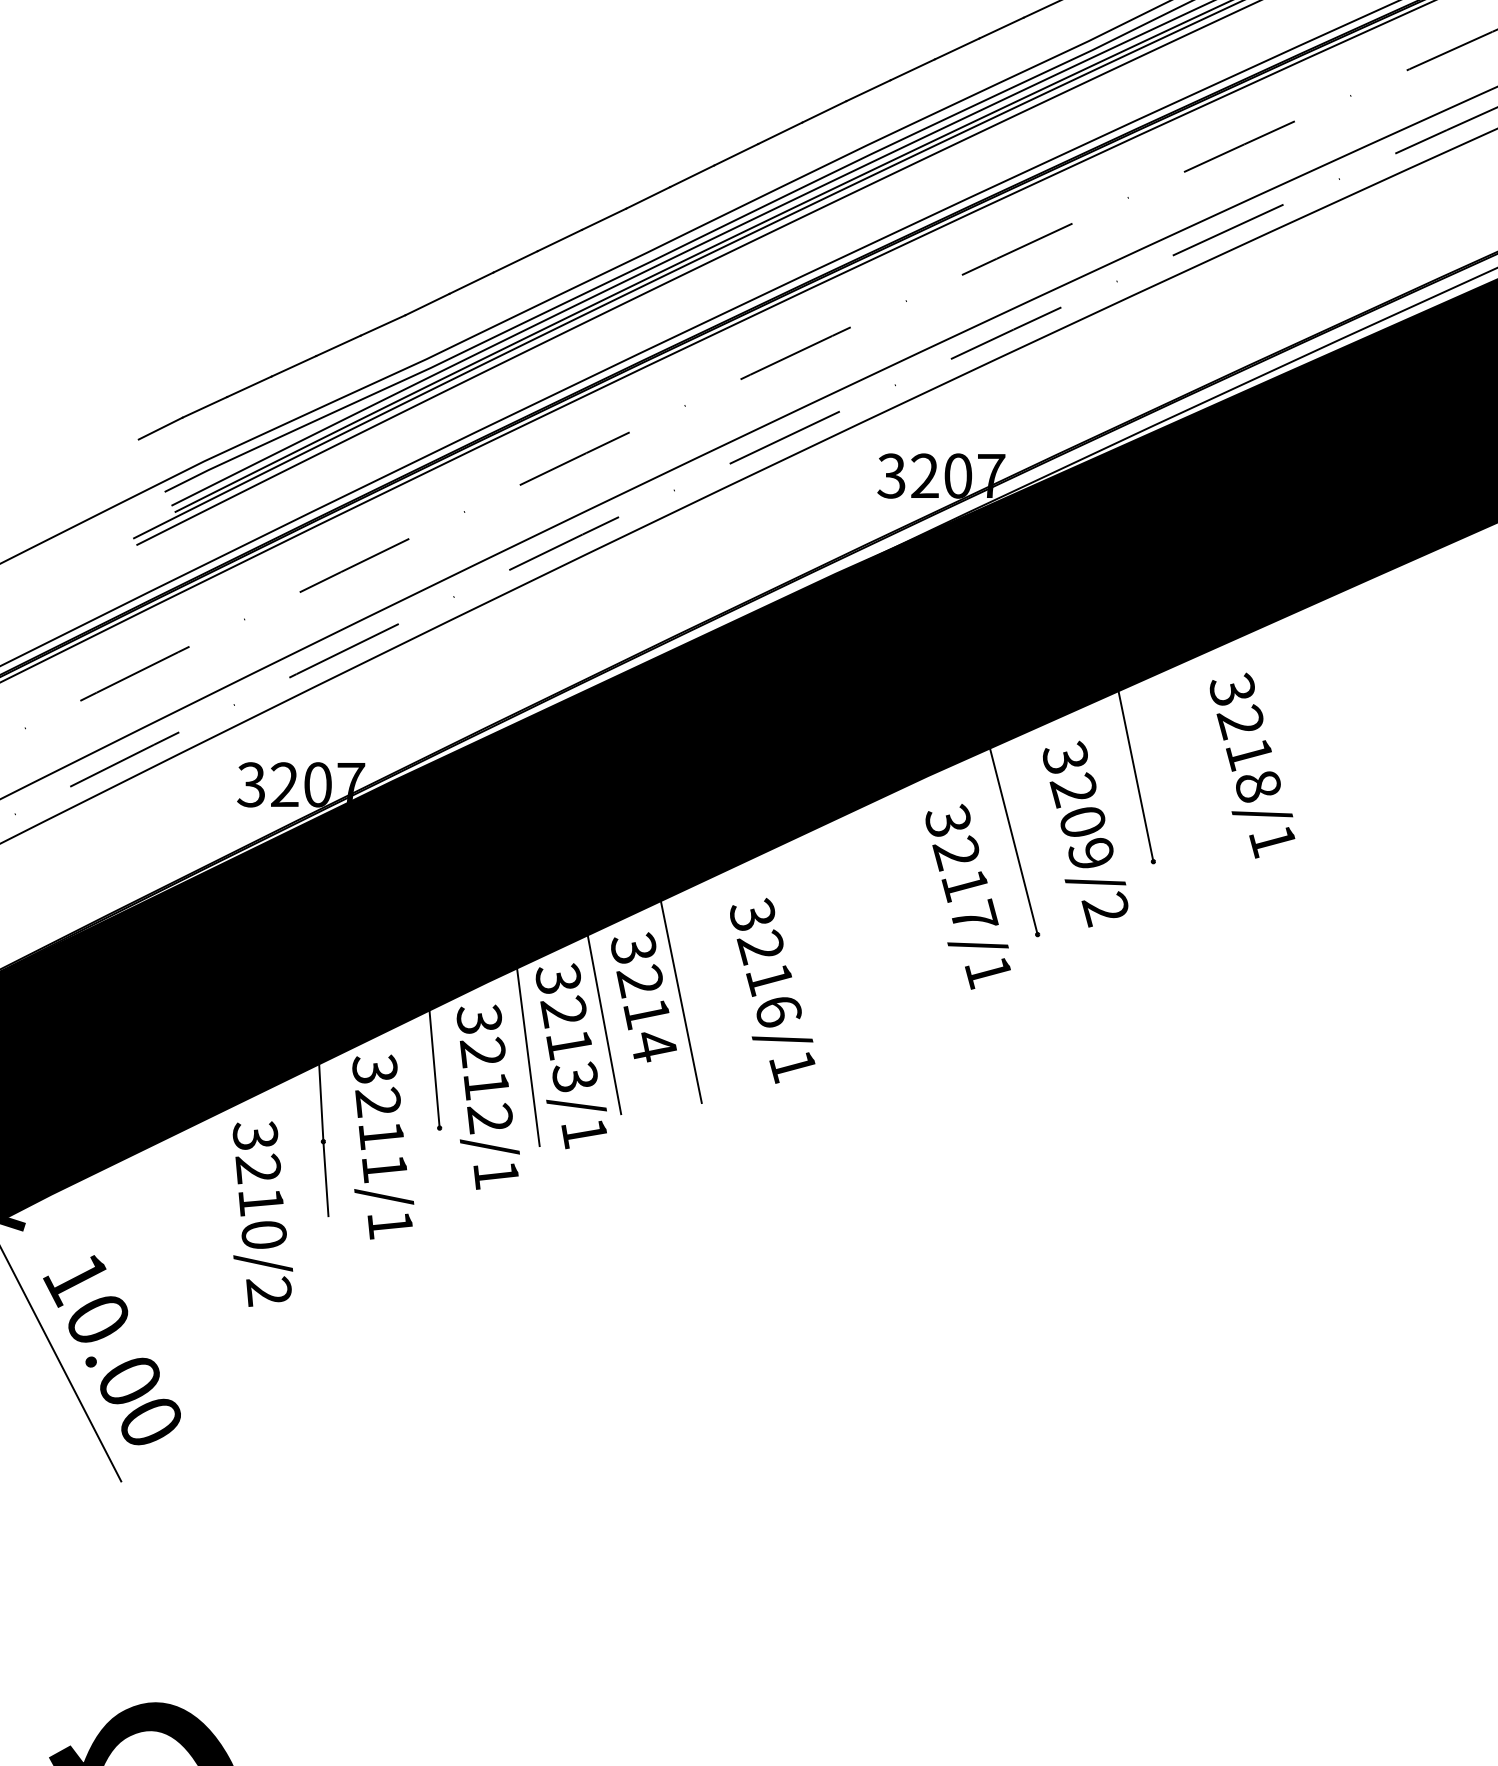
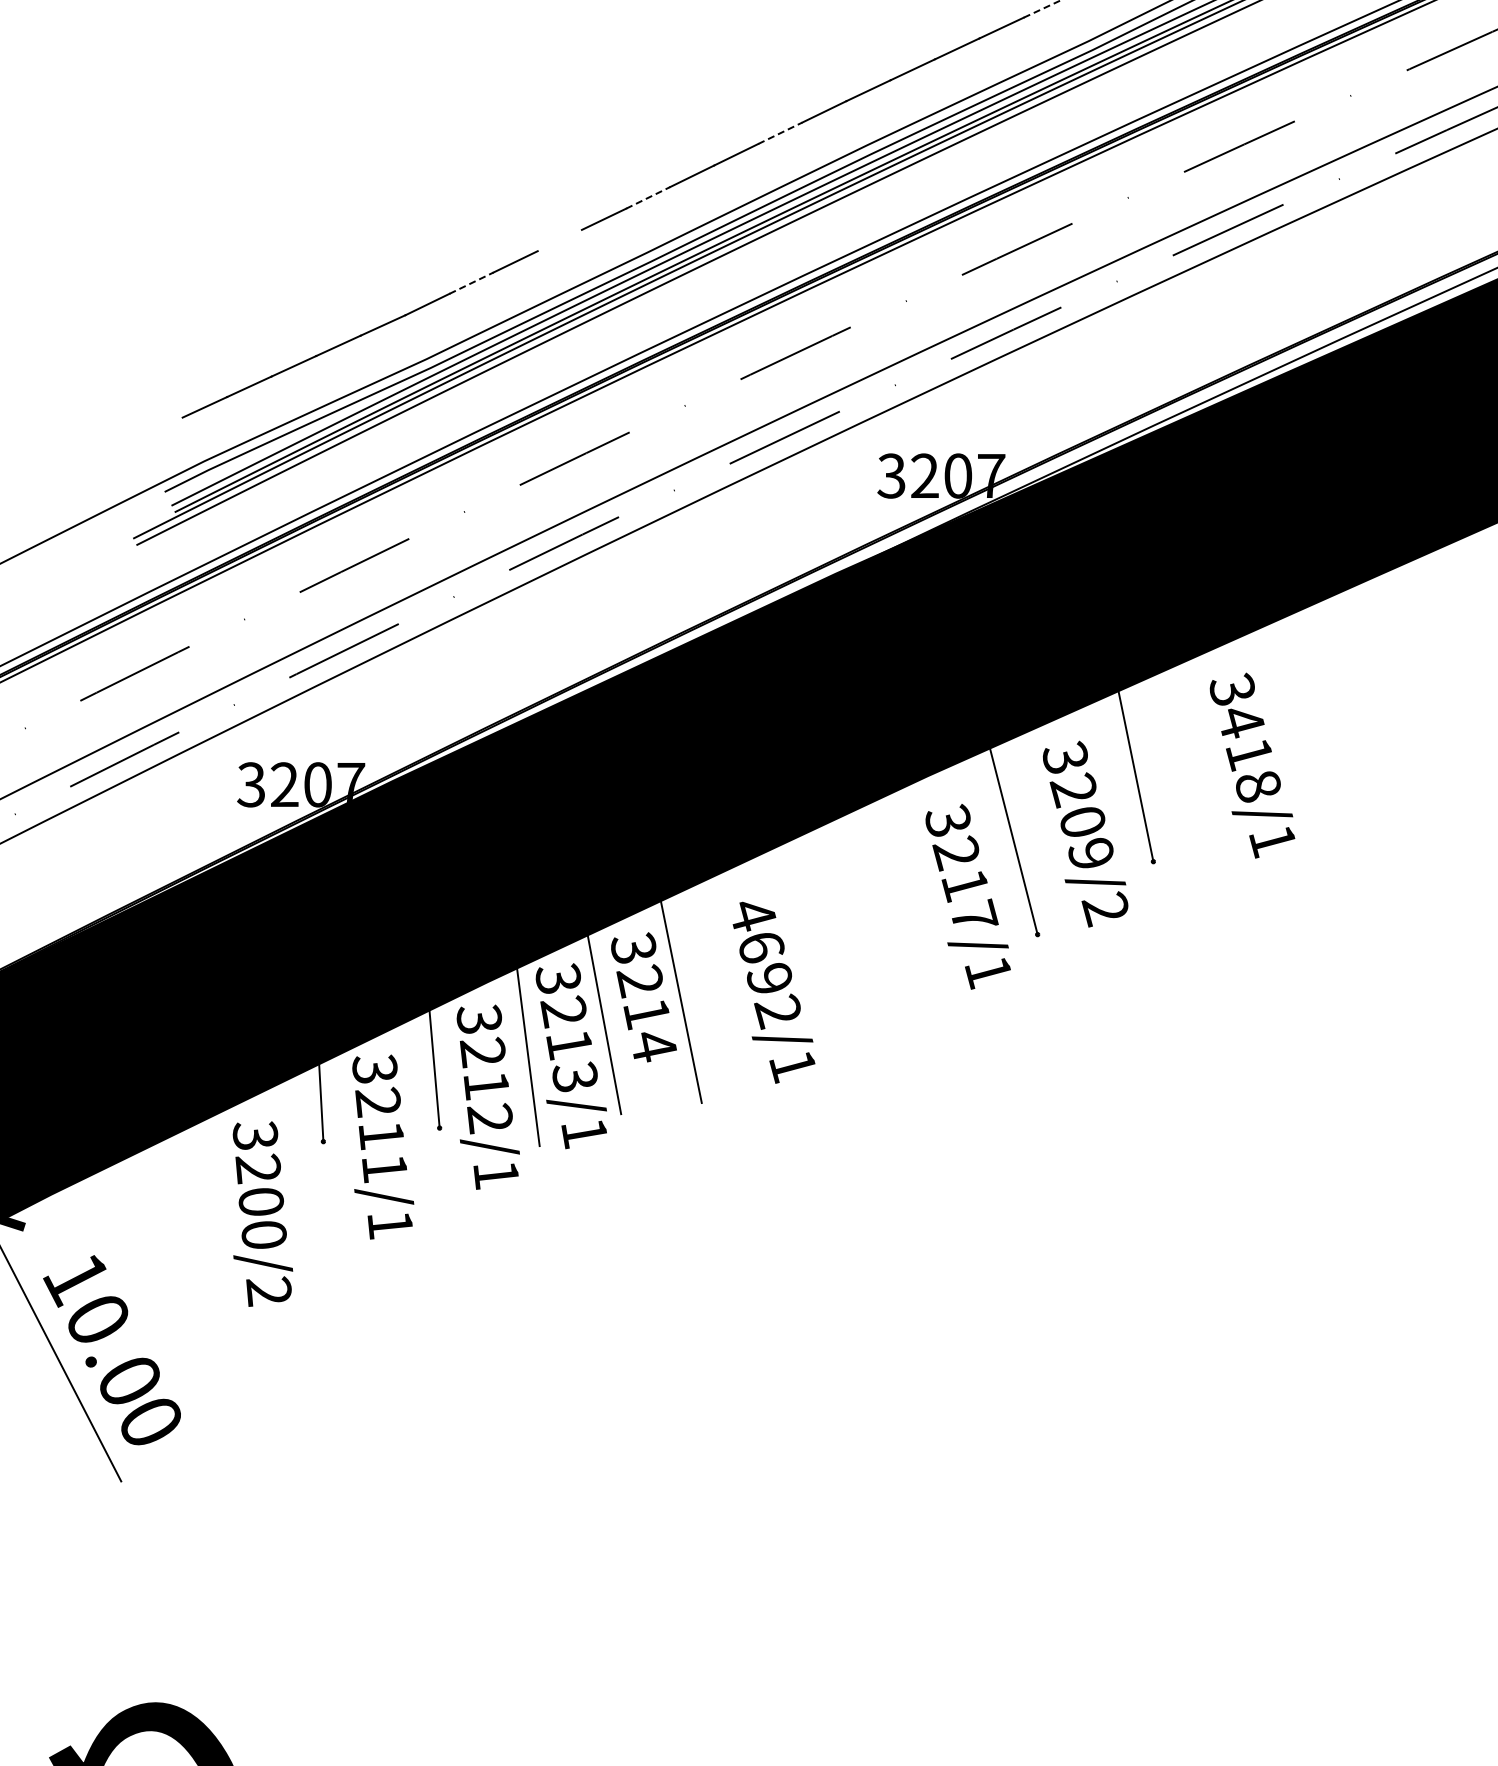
line at (1042, 8): solid -> dashed
line at (780, 133): solid -> dashed
line at (648, 197): solid -> dashed
line at (559, 240): present -> none
line at (471, 283): solid -> dashed
line at (160, 428): present -> none
text at (1240, 722): 3218/1 -> 3418/1
text at (765, 963): 3216/1 -> 4692/1
line at (325, 1180): present -> none
text at (261, 1202): 3210/2 -> 3200/2
